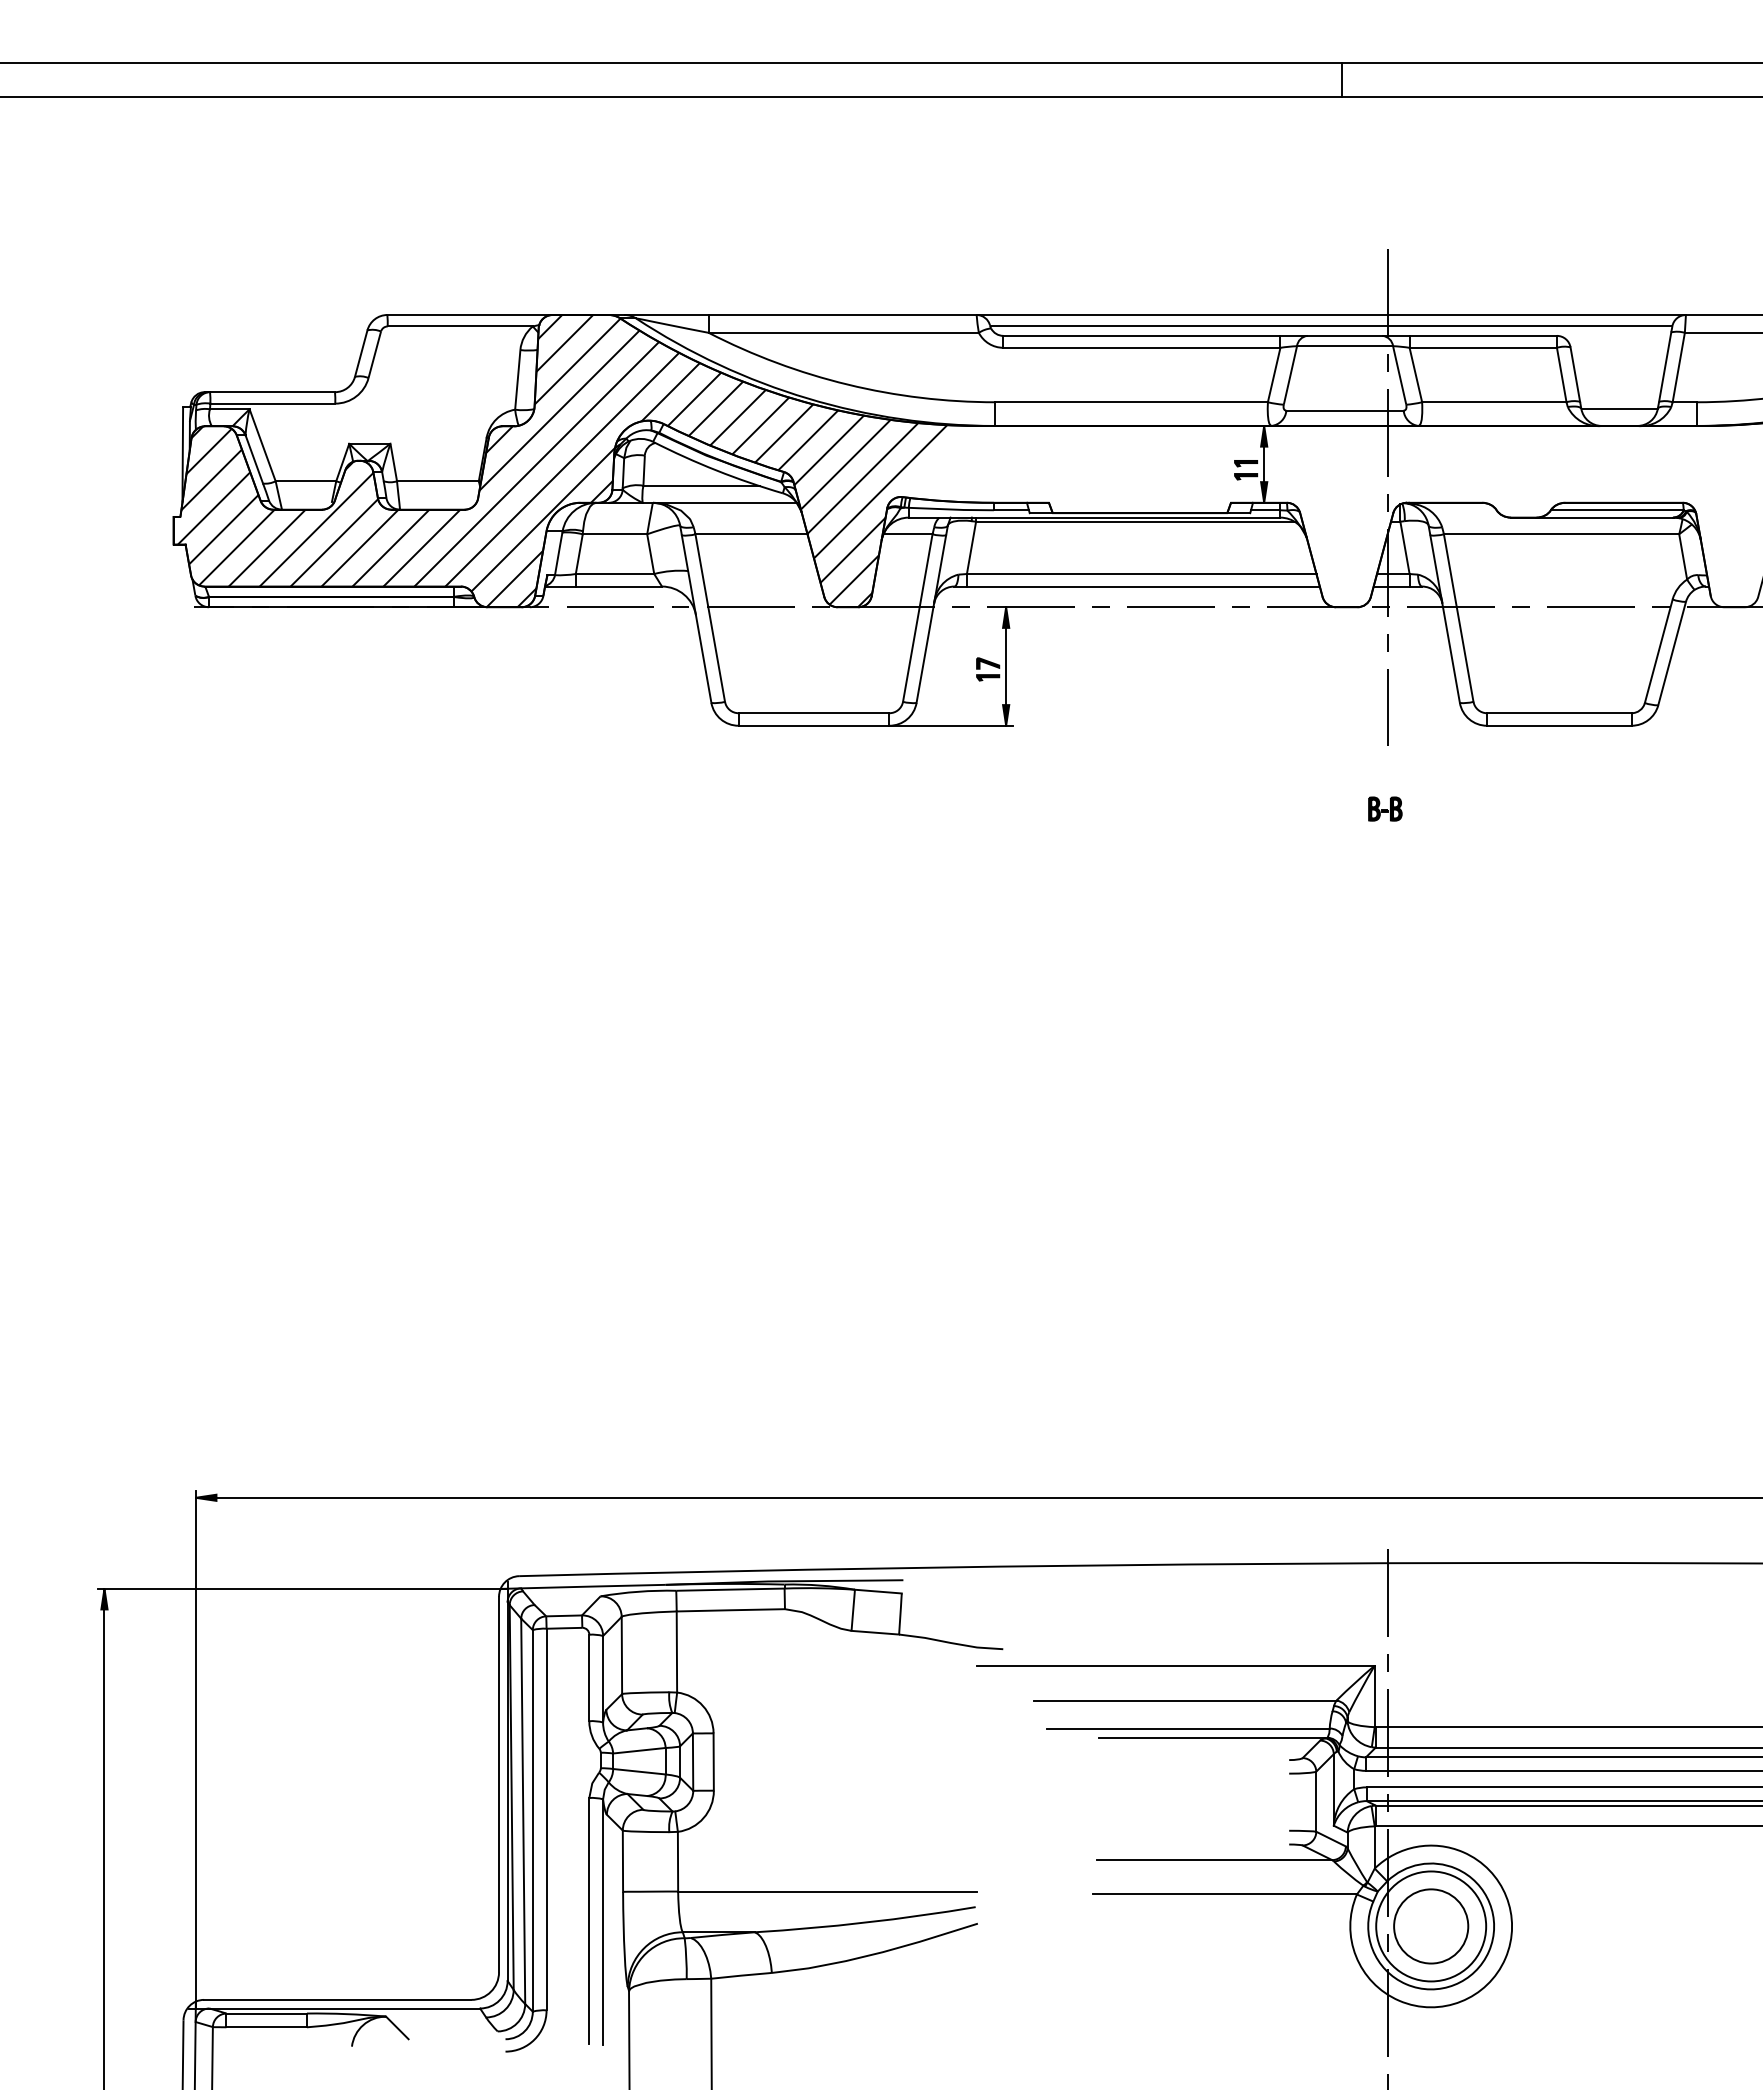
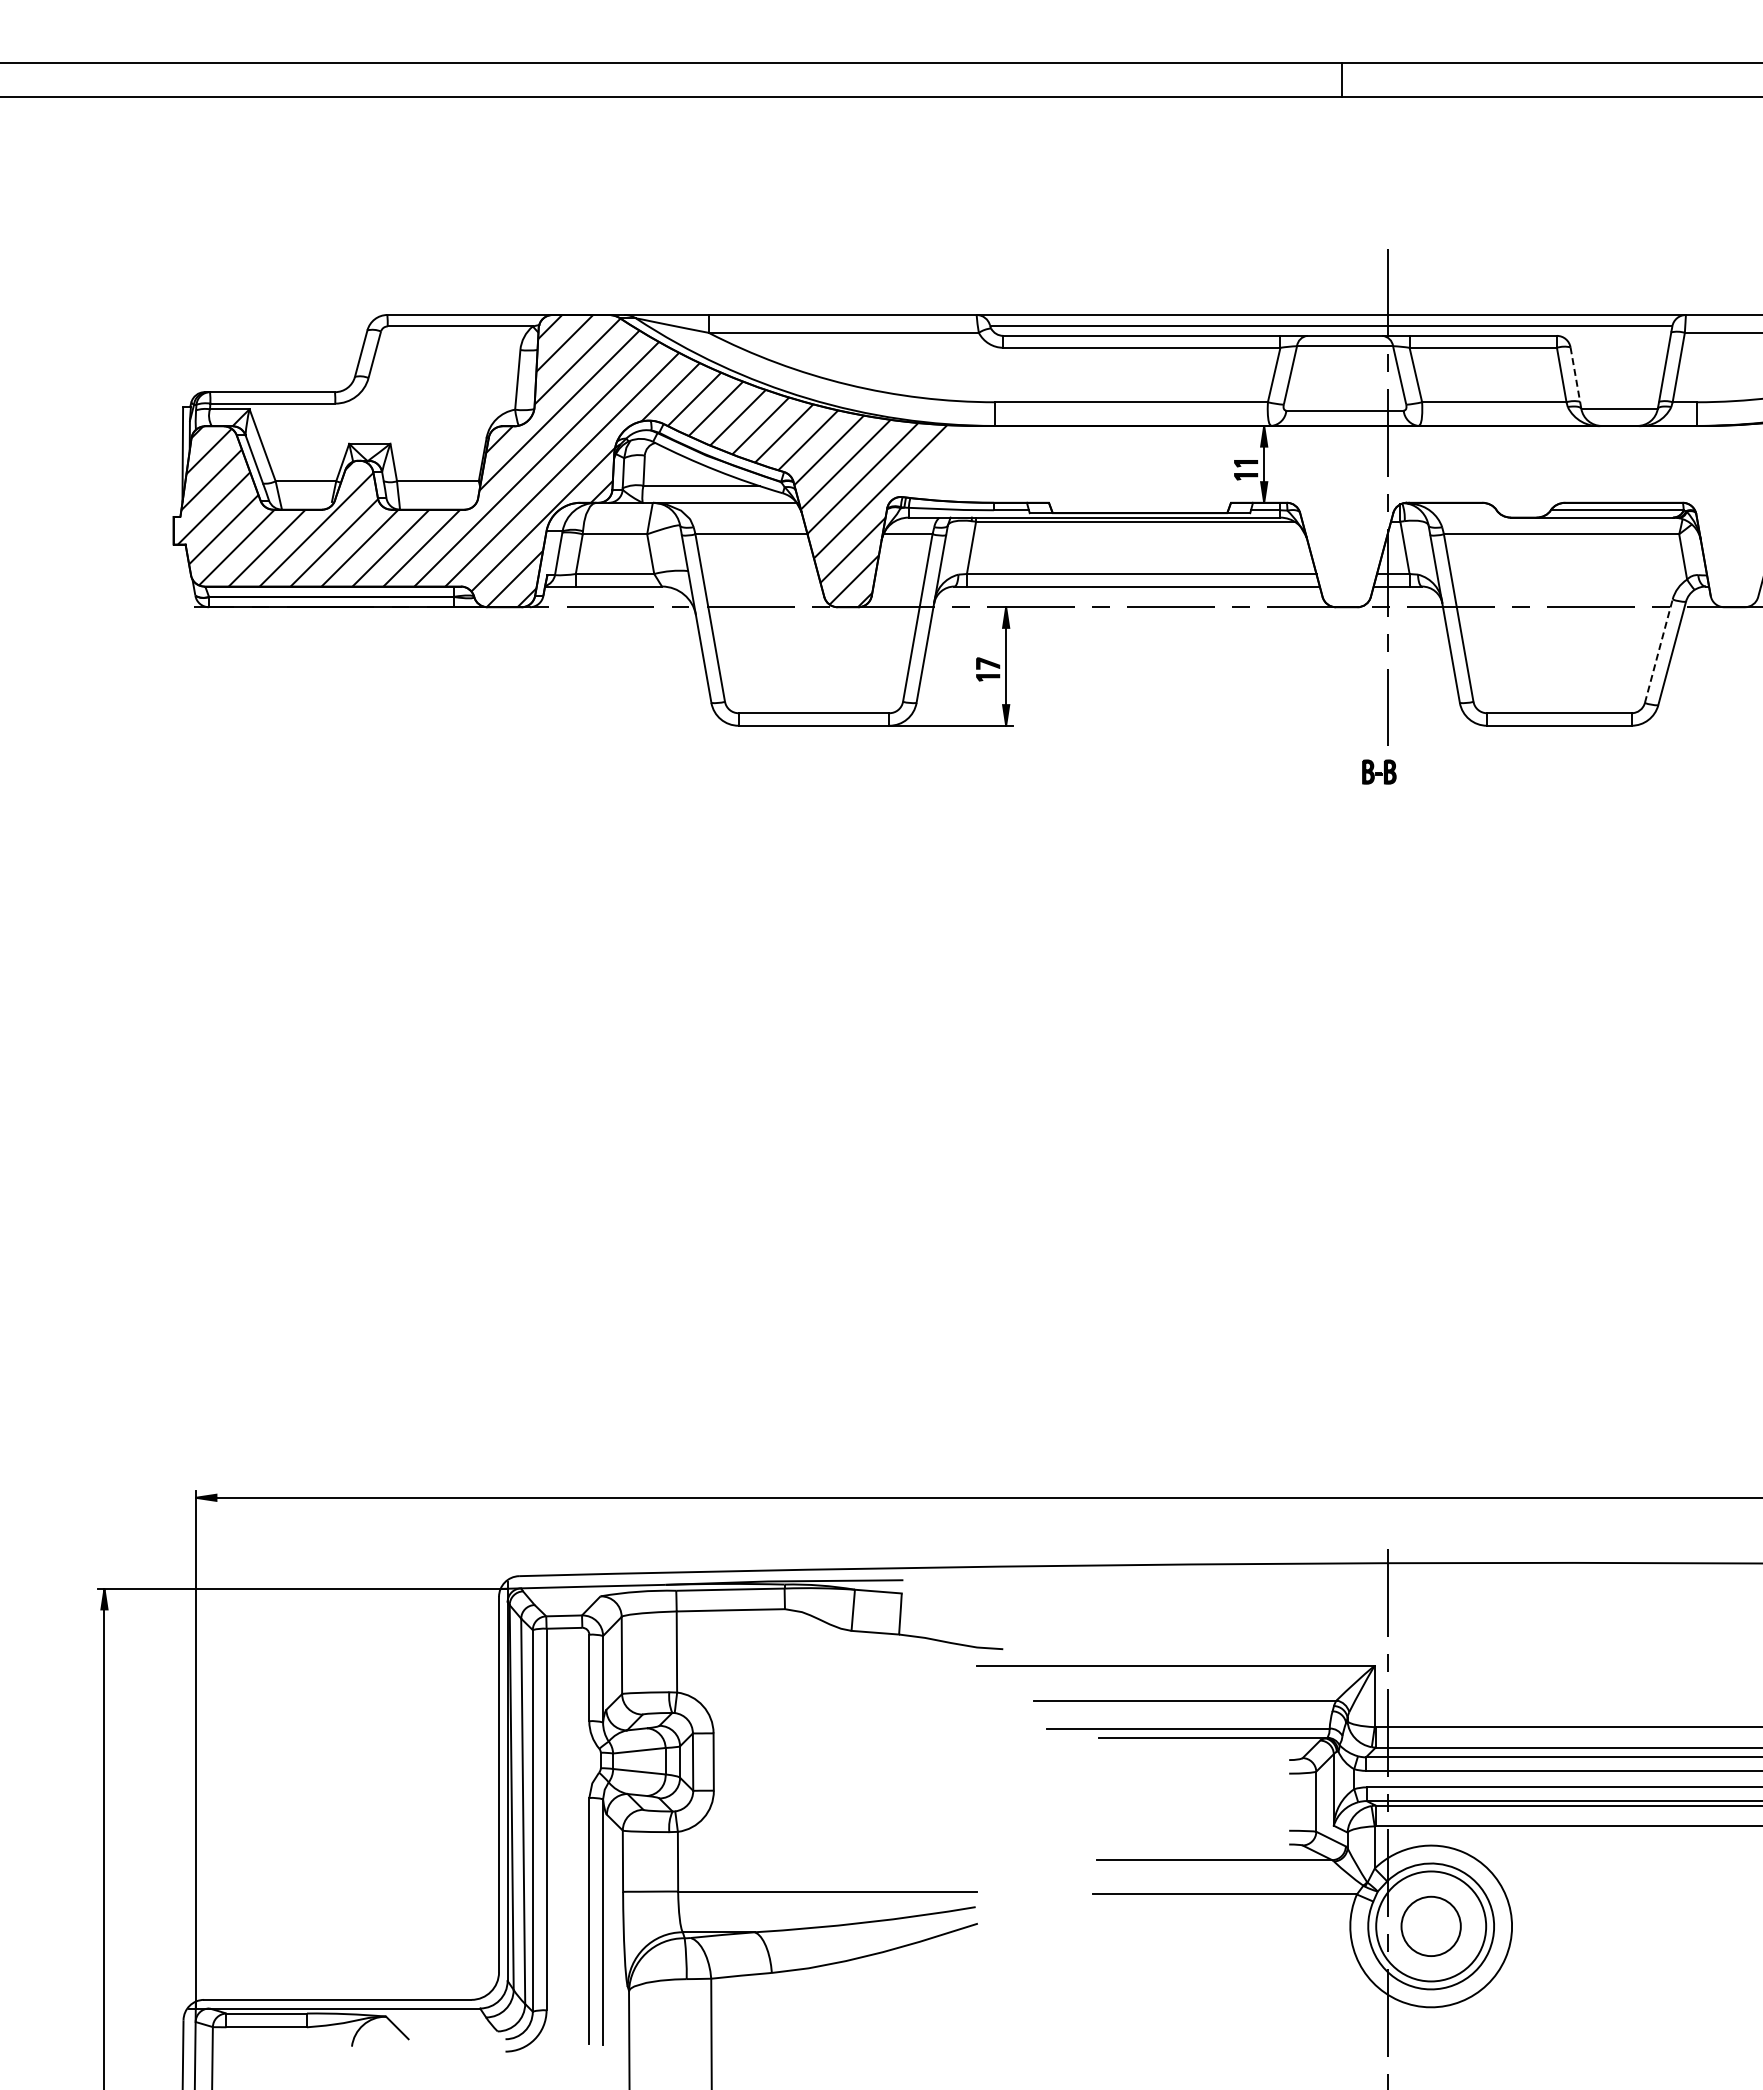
line at (1575, 374): solid -> dashed
line at (1658, 651): solid -> dashed
part at (1385, 808) position: (1385, 808) -> (1379, 771)
circle at (1431, 1926) diameter: 74 px -> 59 px
